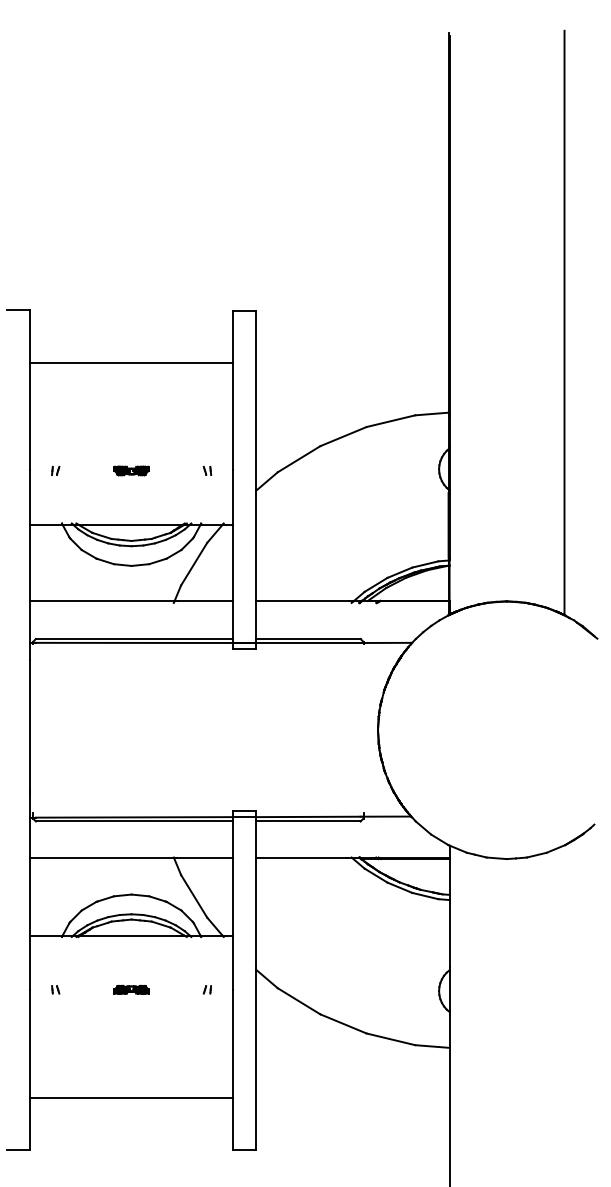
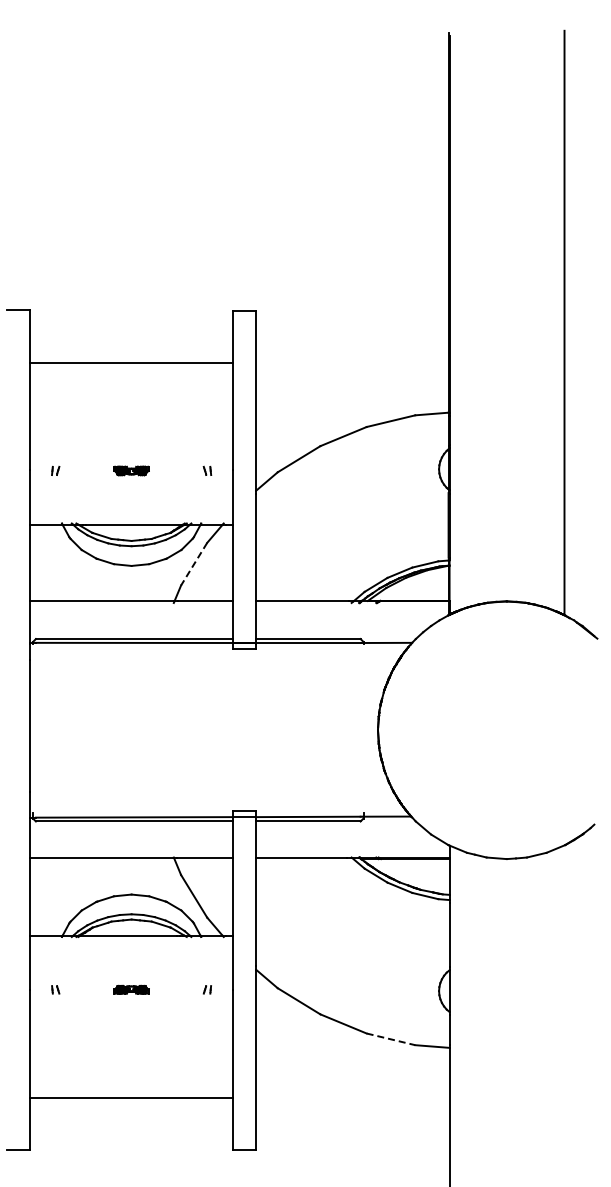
line at (193, 564): solid -> dashed
line at (391, 1039): solid -> dashed
